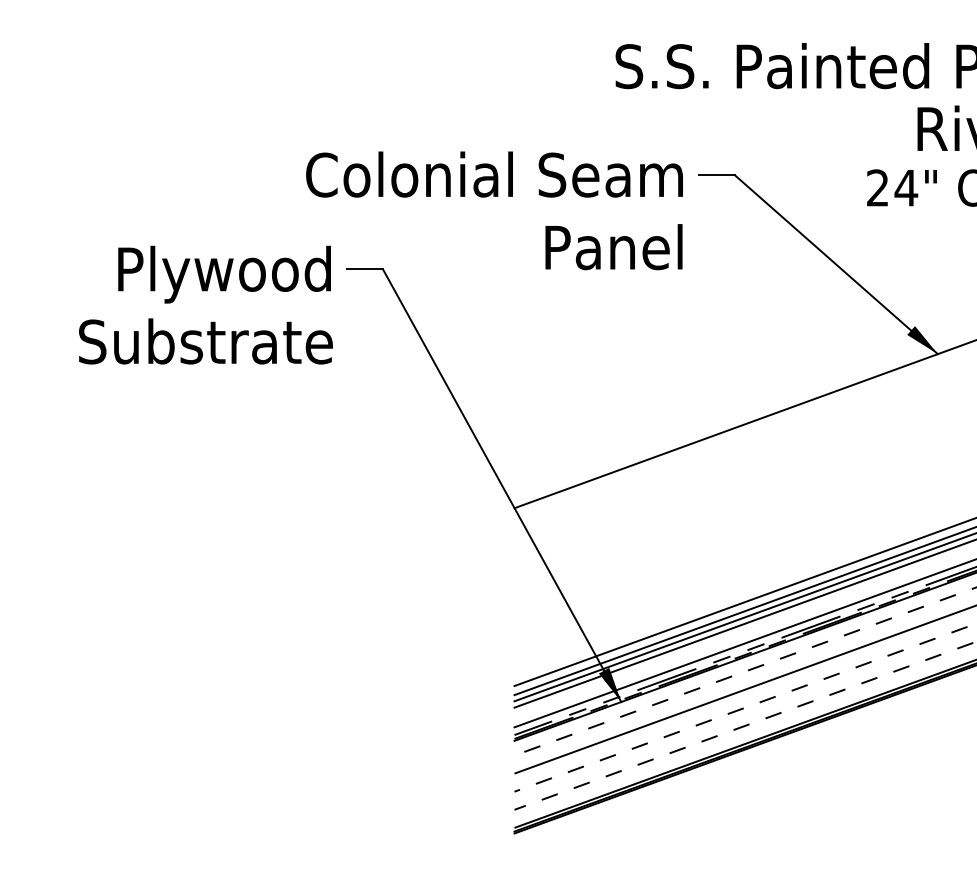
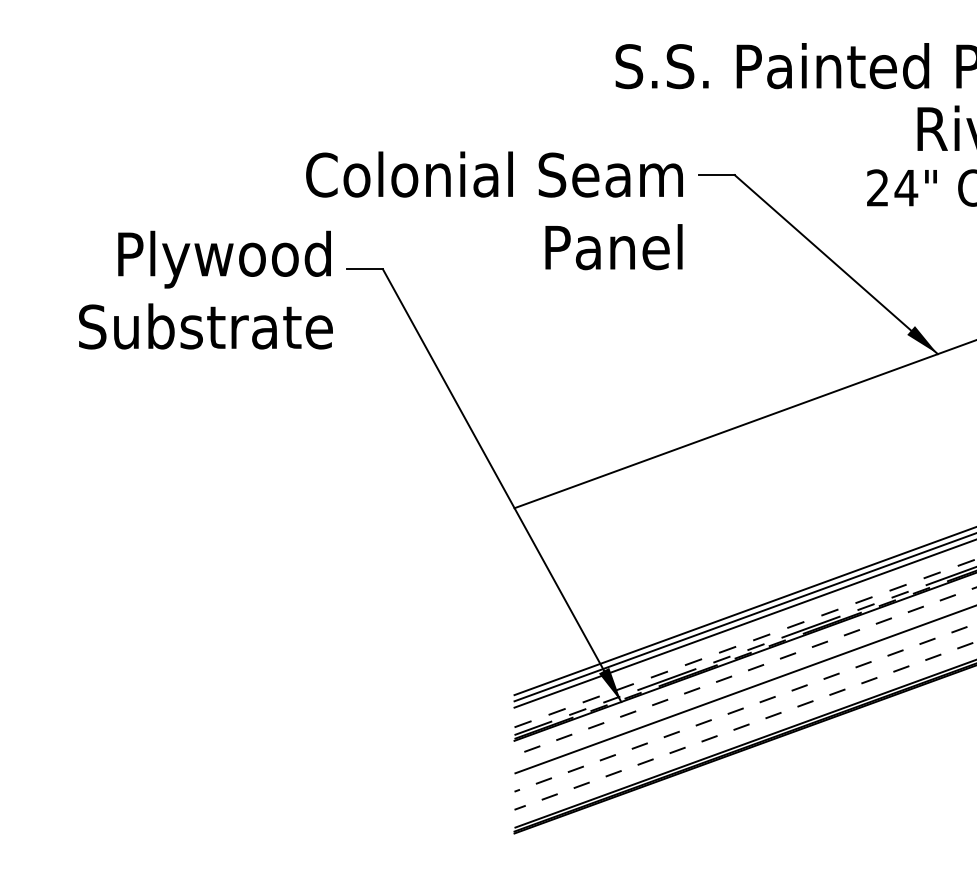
text at (205, 304) position: (205, 304) -> (205, 289)
line at (743, 602): present -> none
line at (745, 643): solid -> dashed
